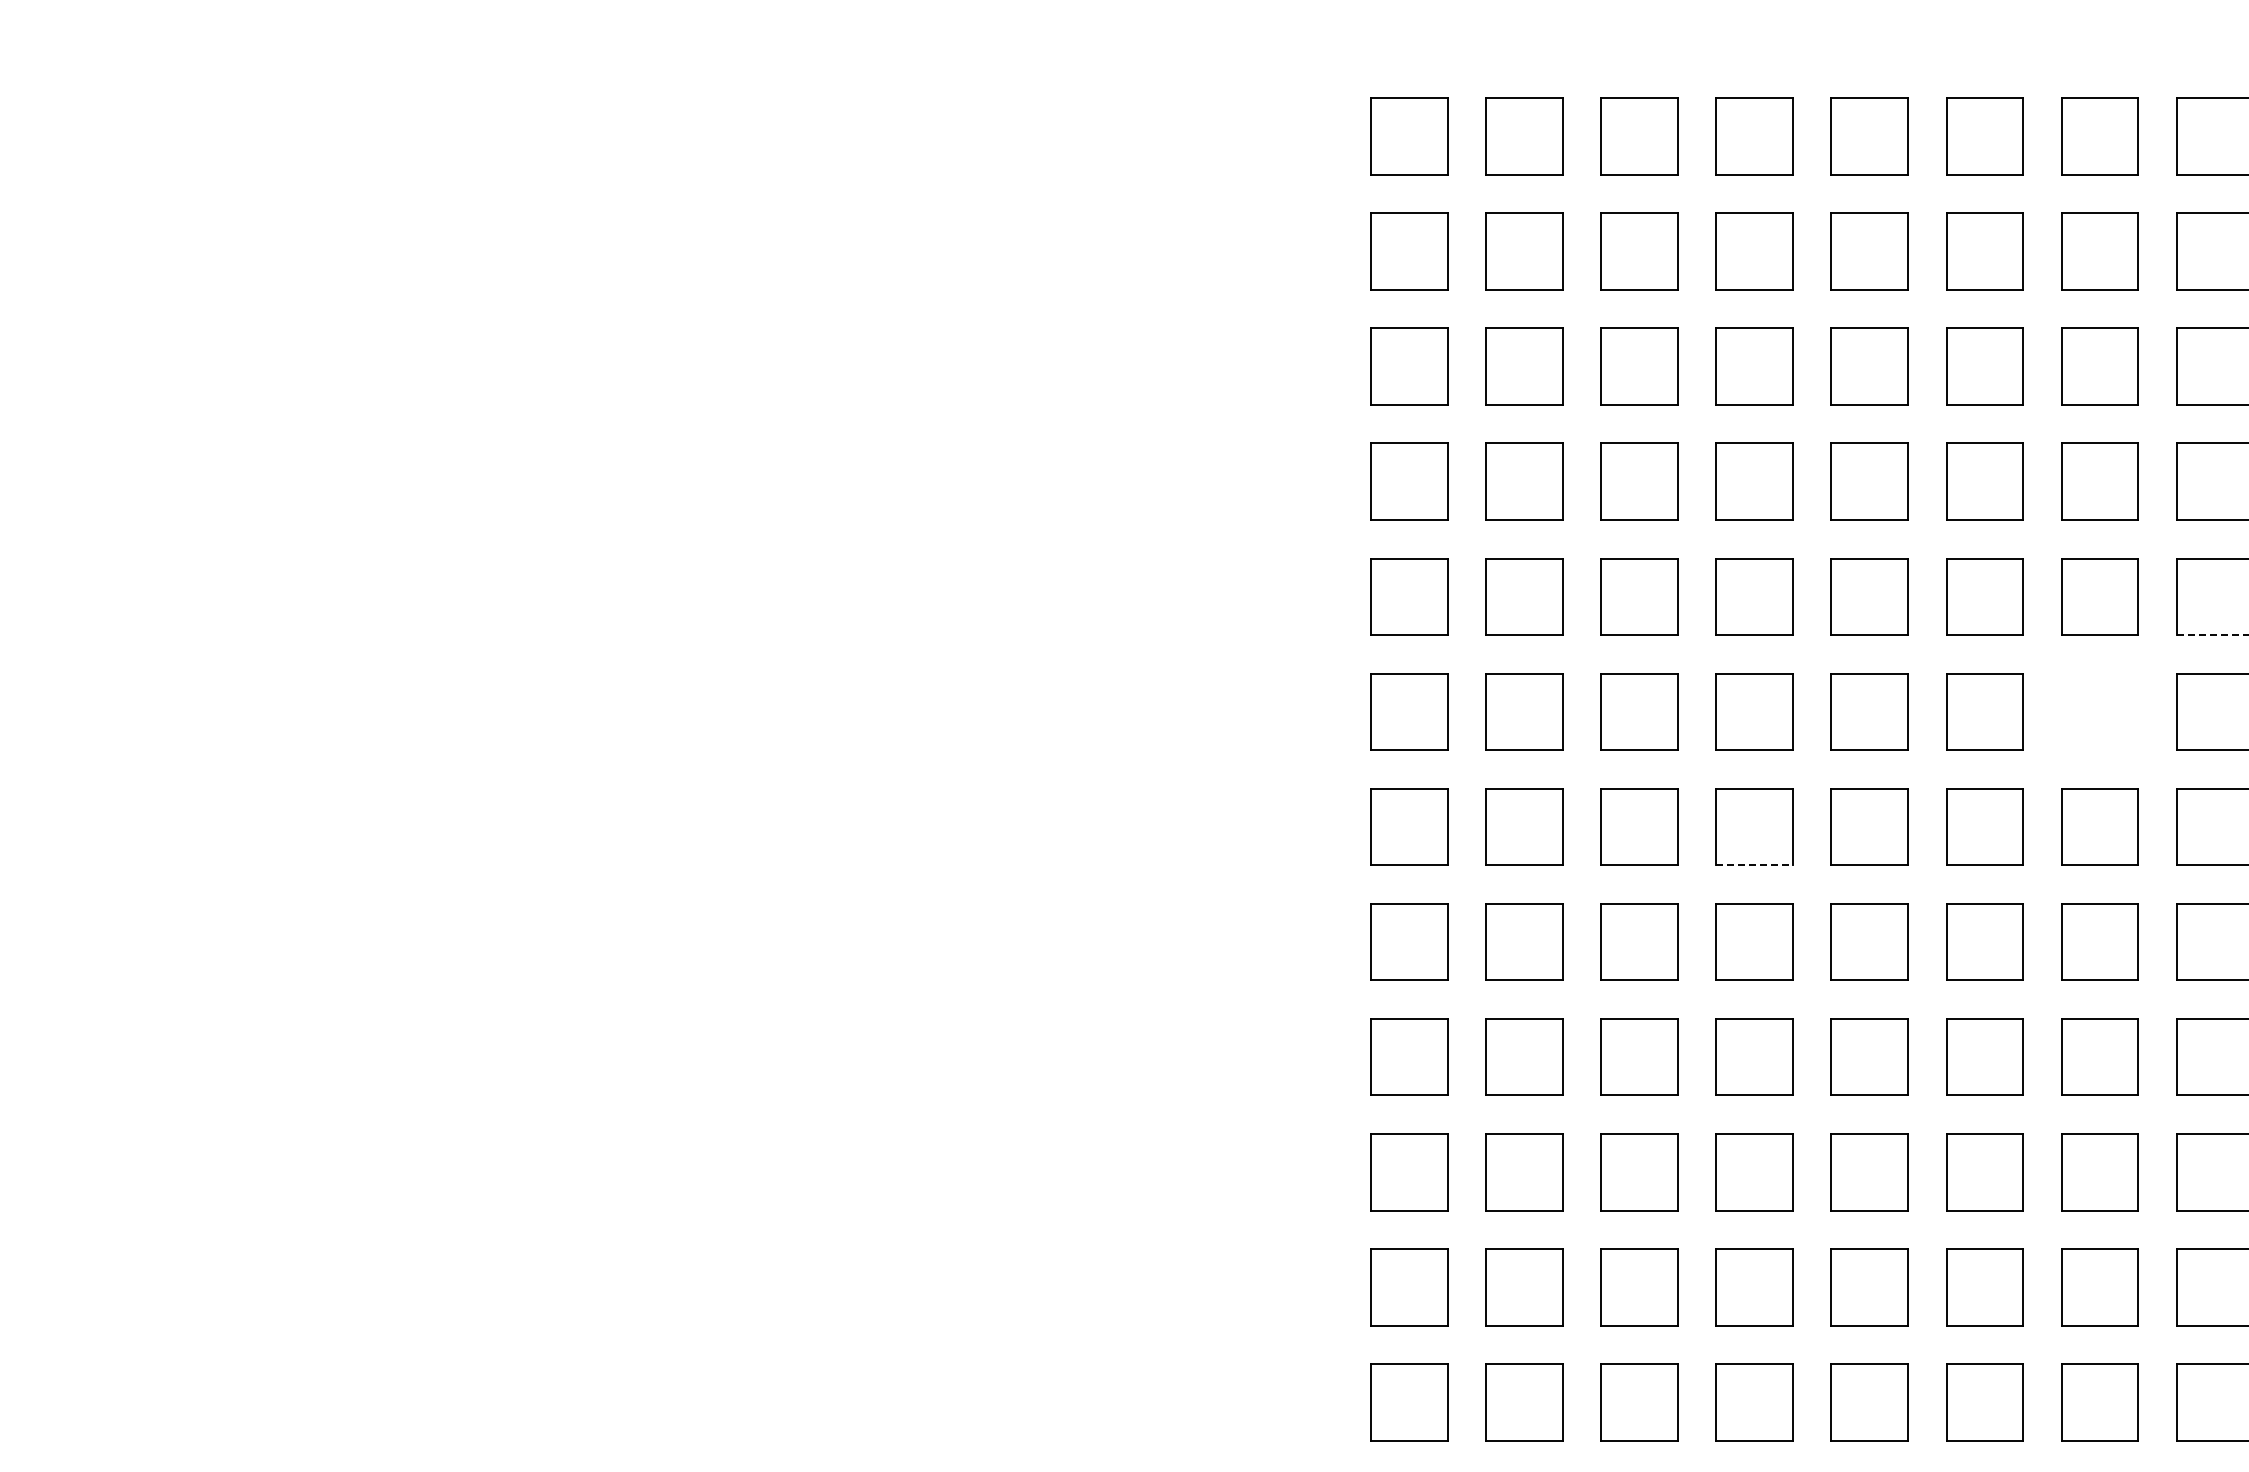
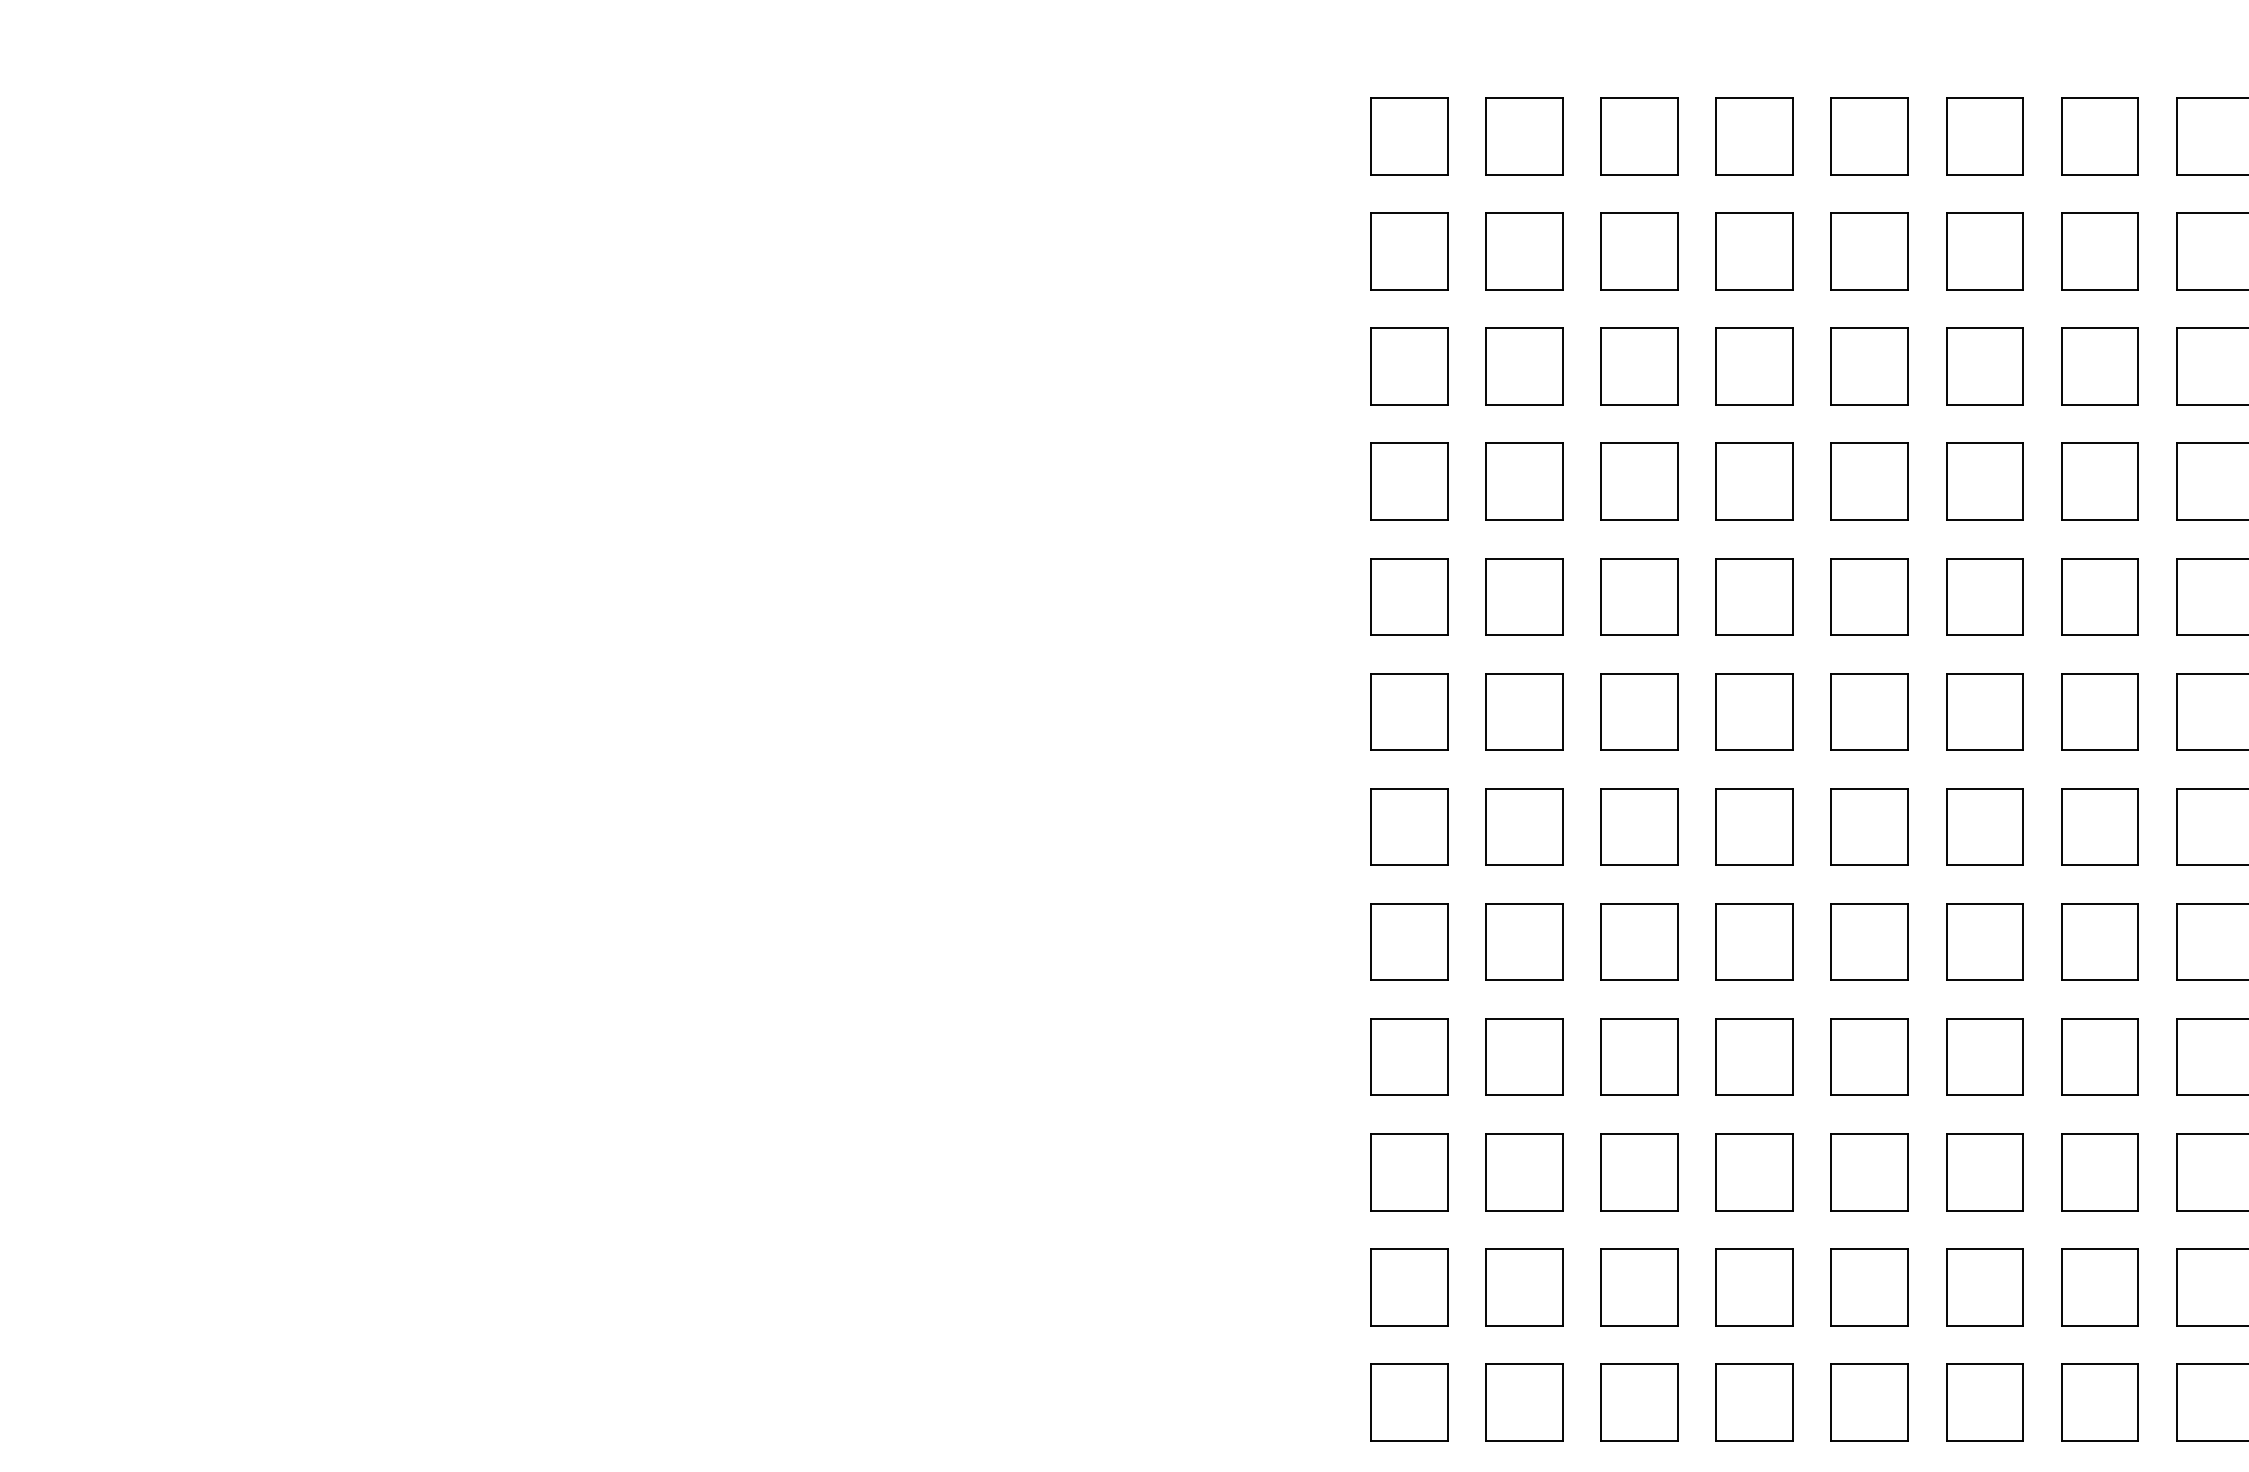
line at (2212, 635): dashed -> solid
part at (2099, 711): none -> present
line at (1755, 865): dashed -> solid
